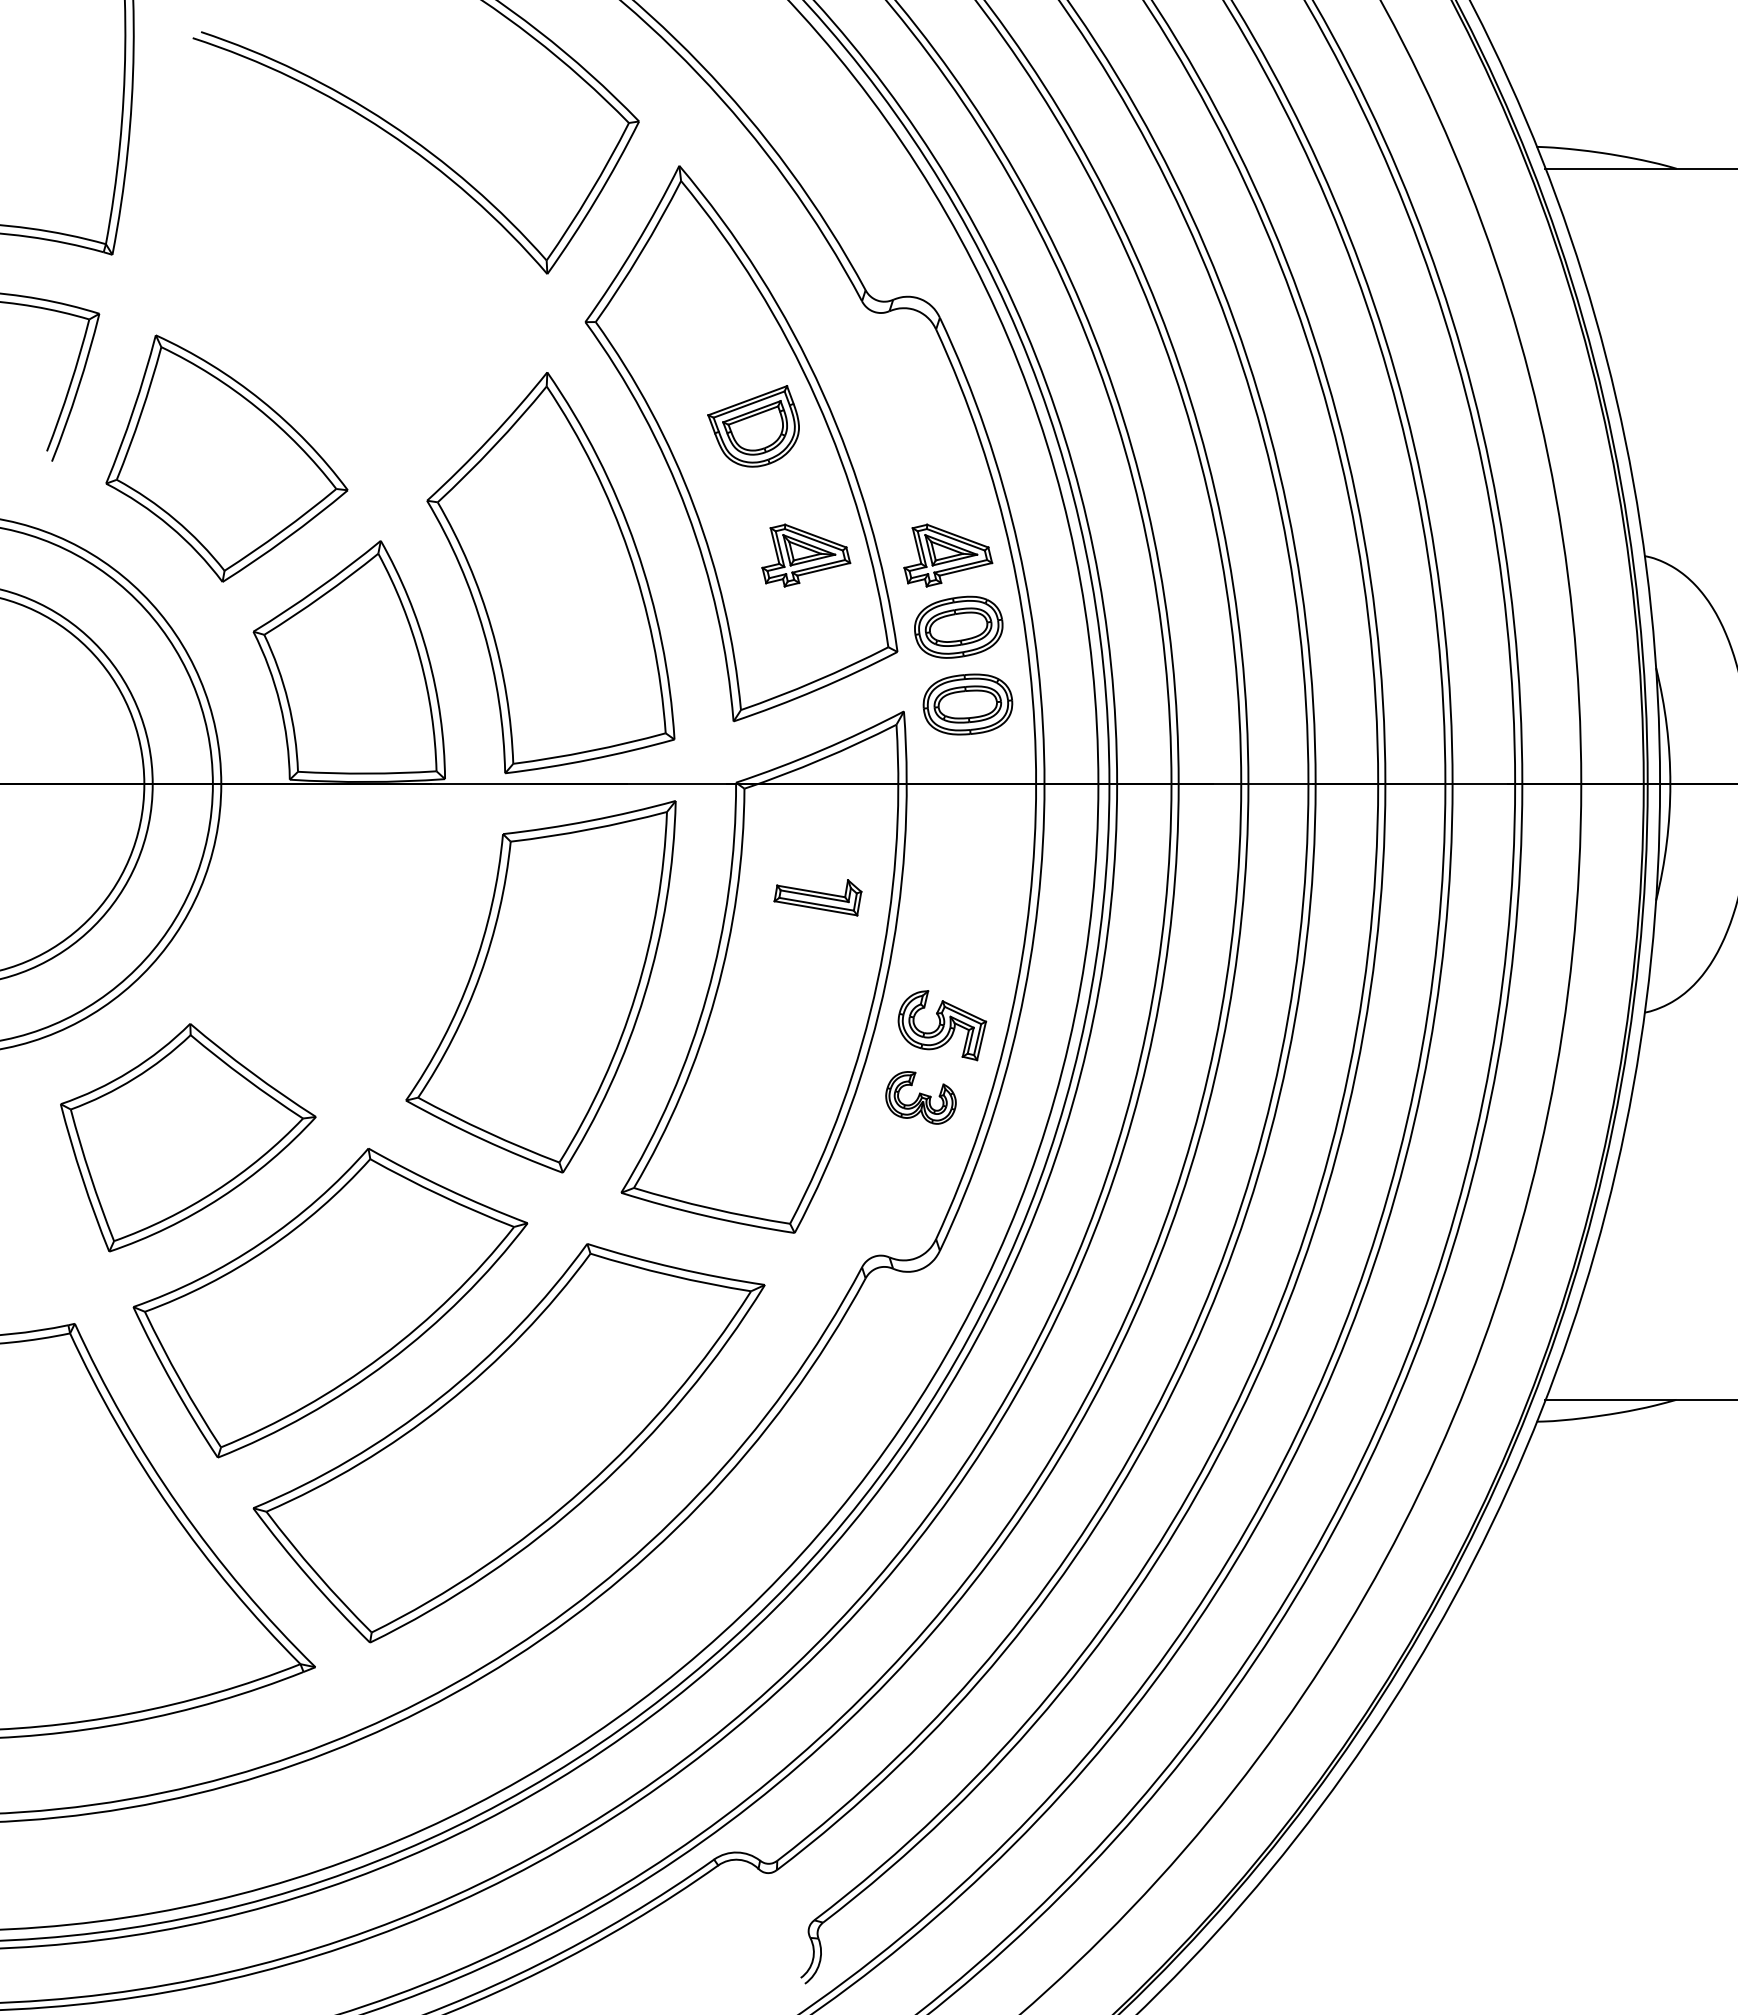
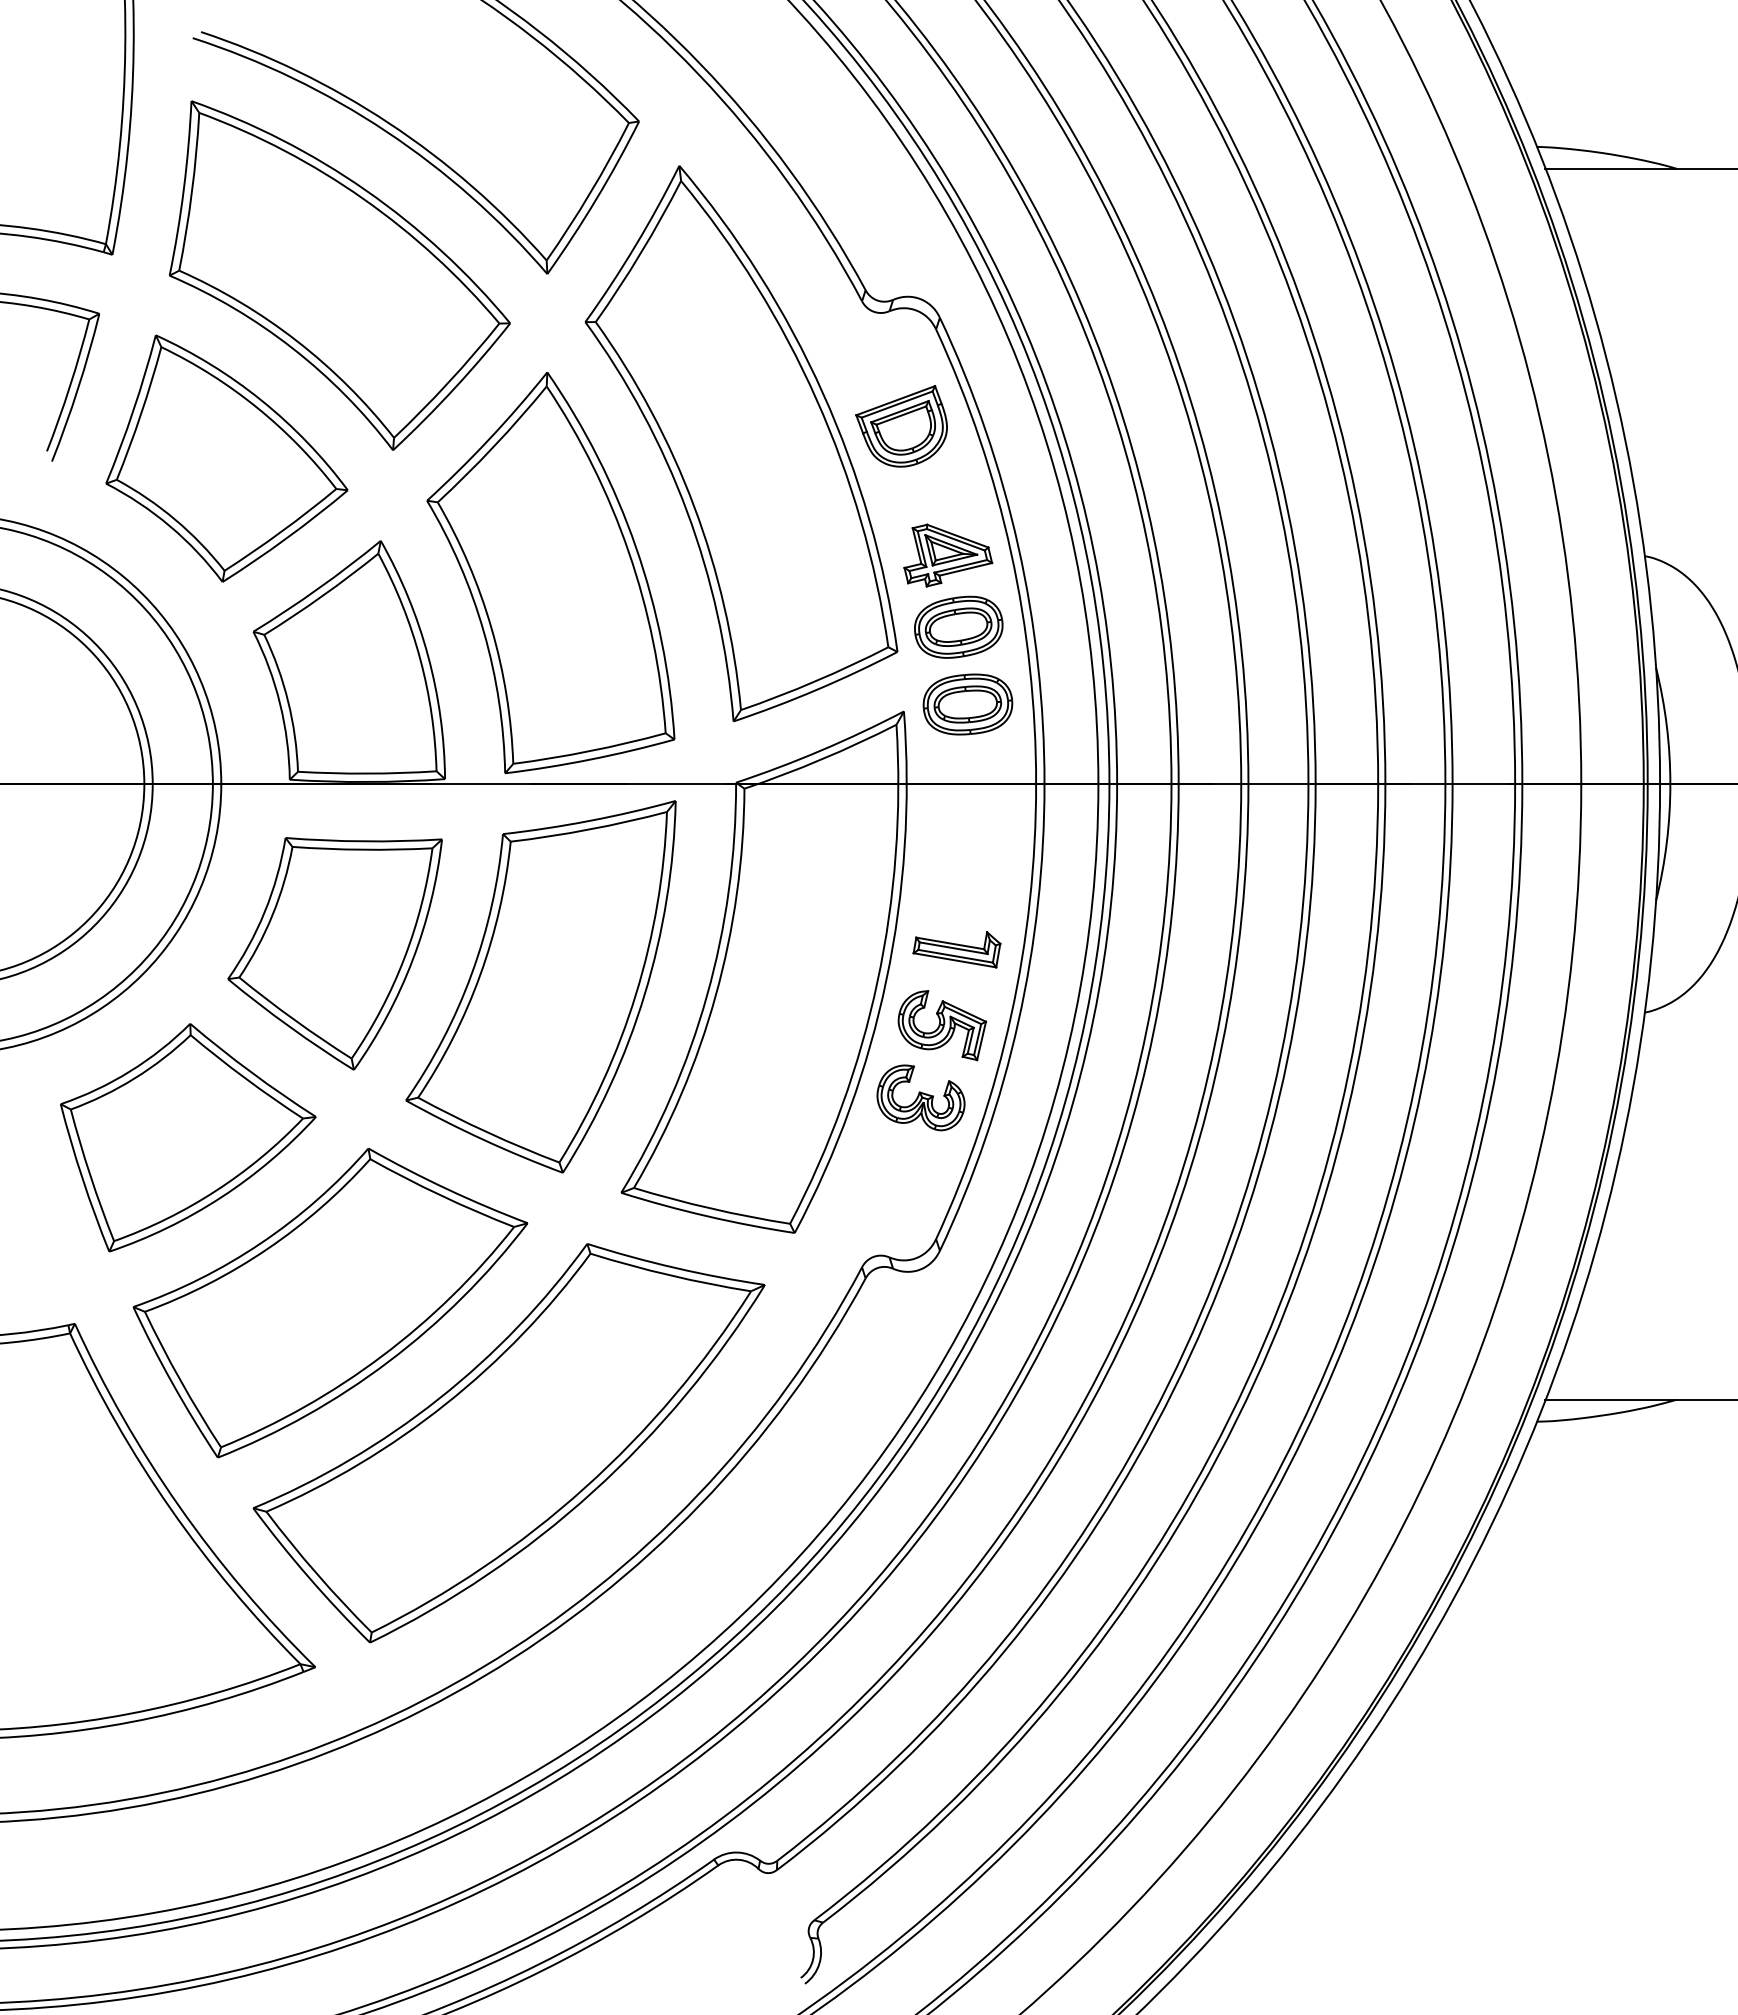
part at (339, 275): none -> present
part at (753, 426) position: (753, 426) -> (901, 426)
part at (806, 555): present -> none
part at (817, 897) position: (817, 897) -> (956, 949)
part at (334, 953): none -> present
part at (920, 1097) size: 72x54 px -> 90x68 px
